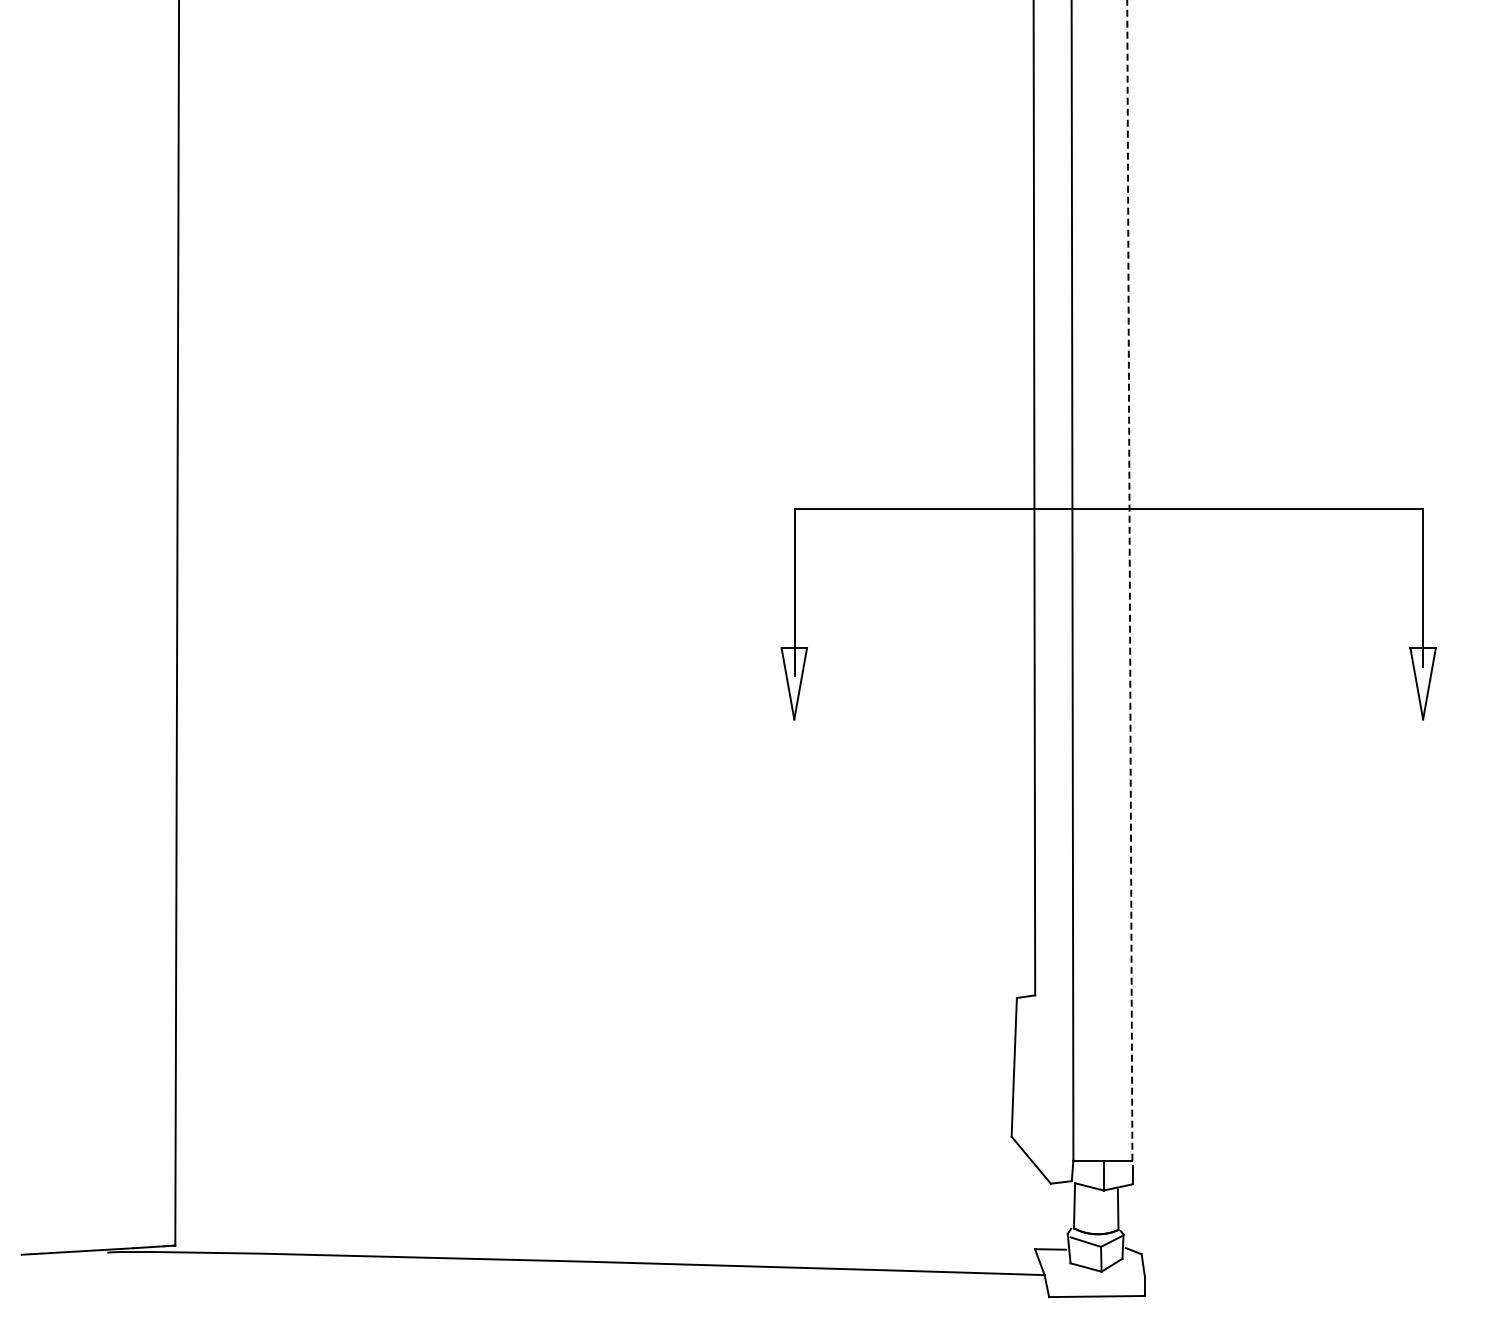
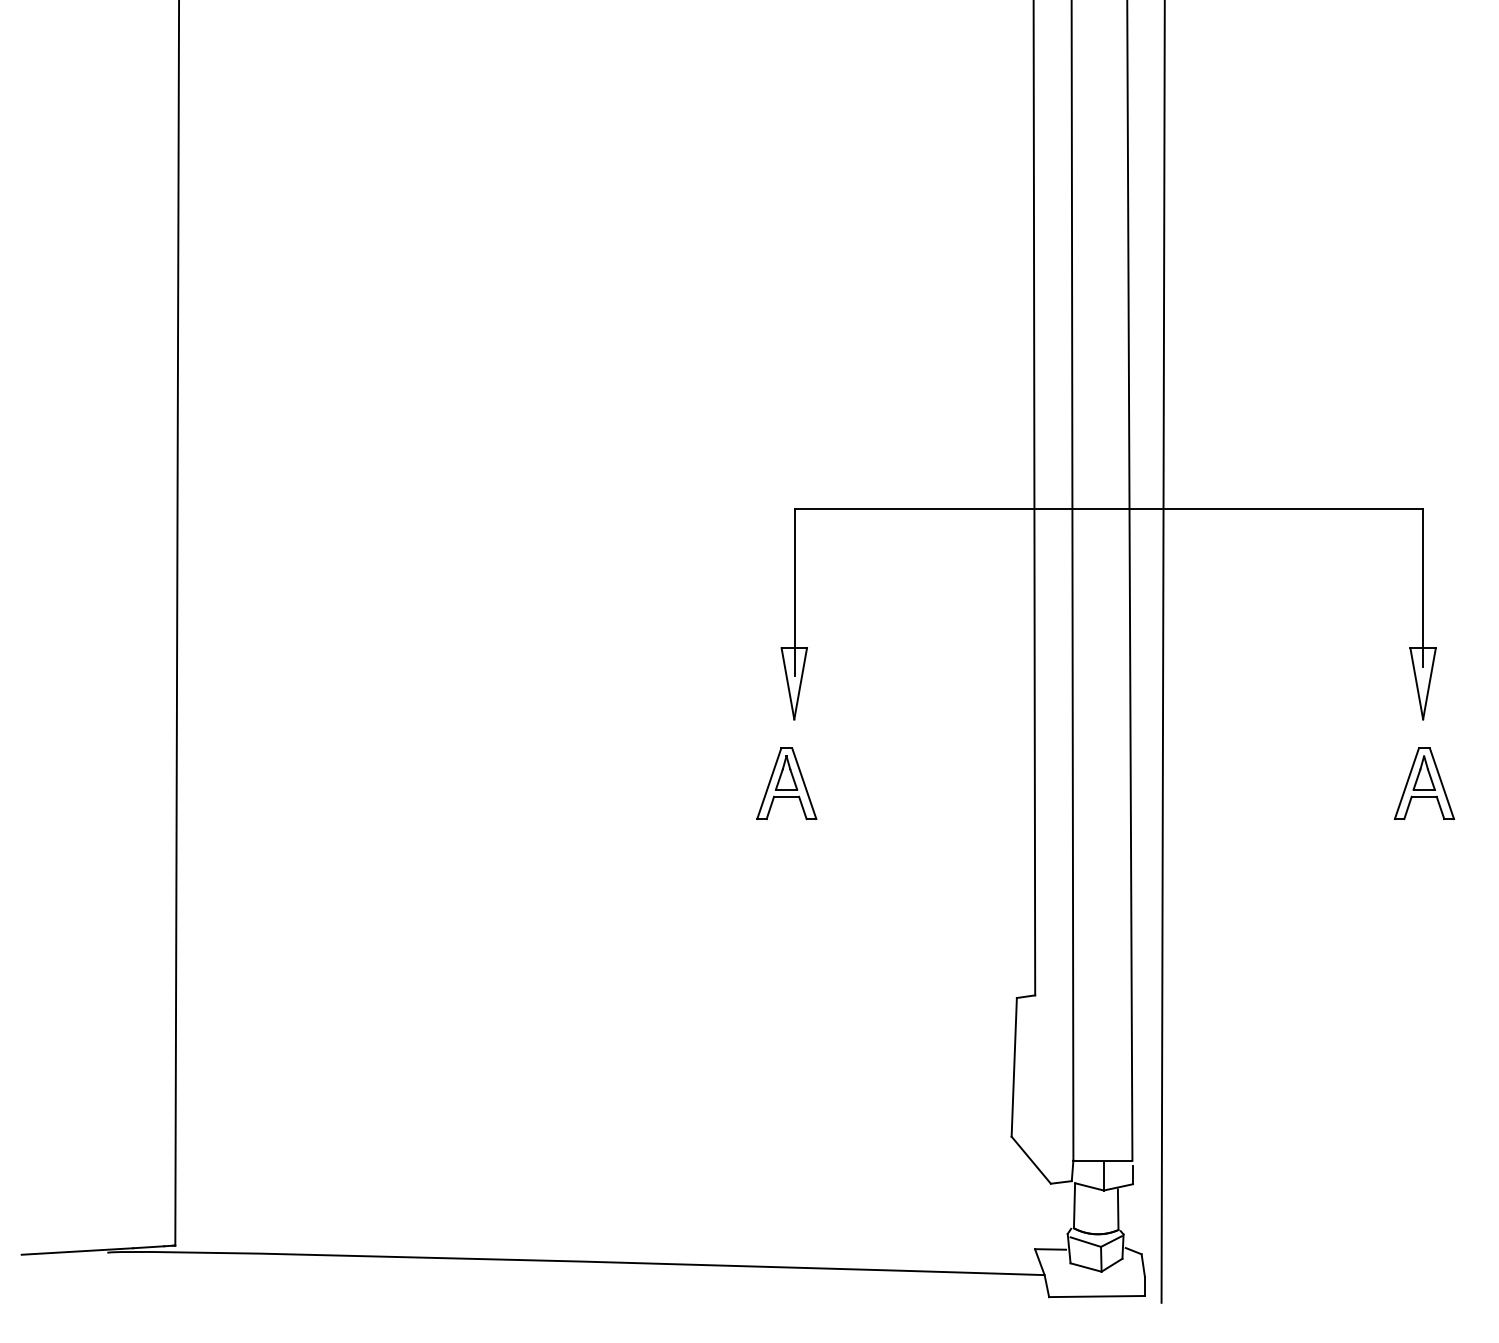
line at (1129, 580): dashed -> solid
line at (1162, 652): none -> present
part at (786, 783): none -> present
part at (1423, 783): none -> present
